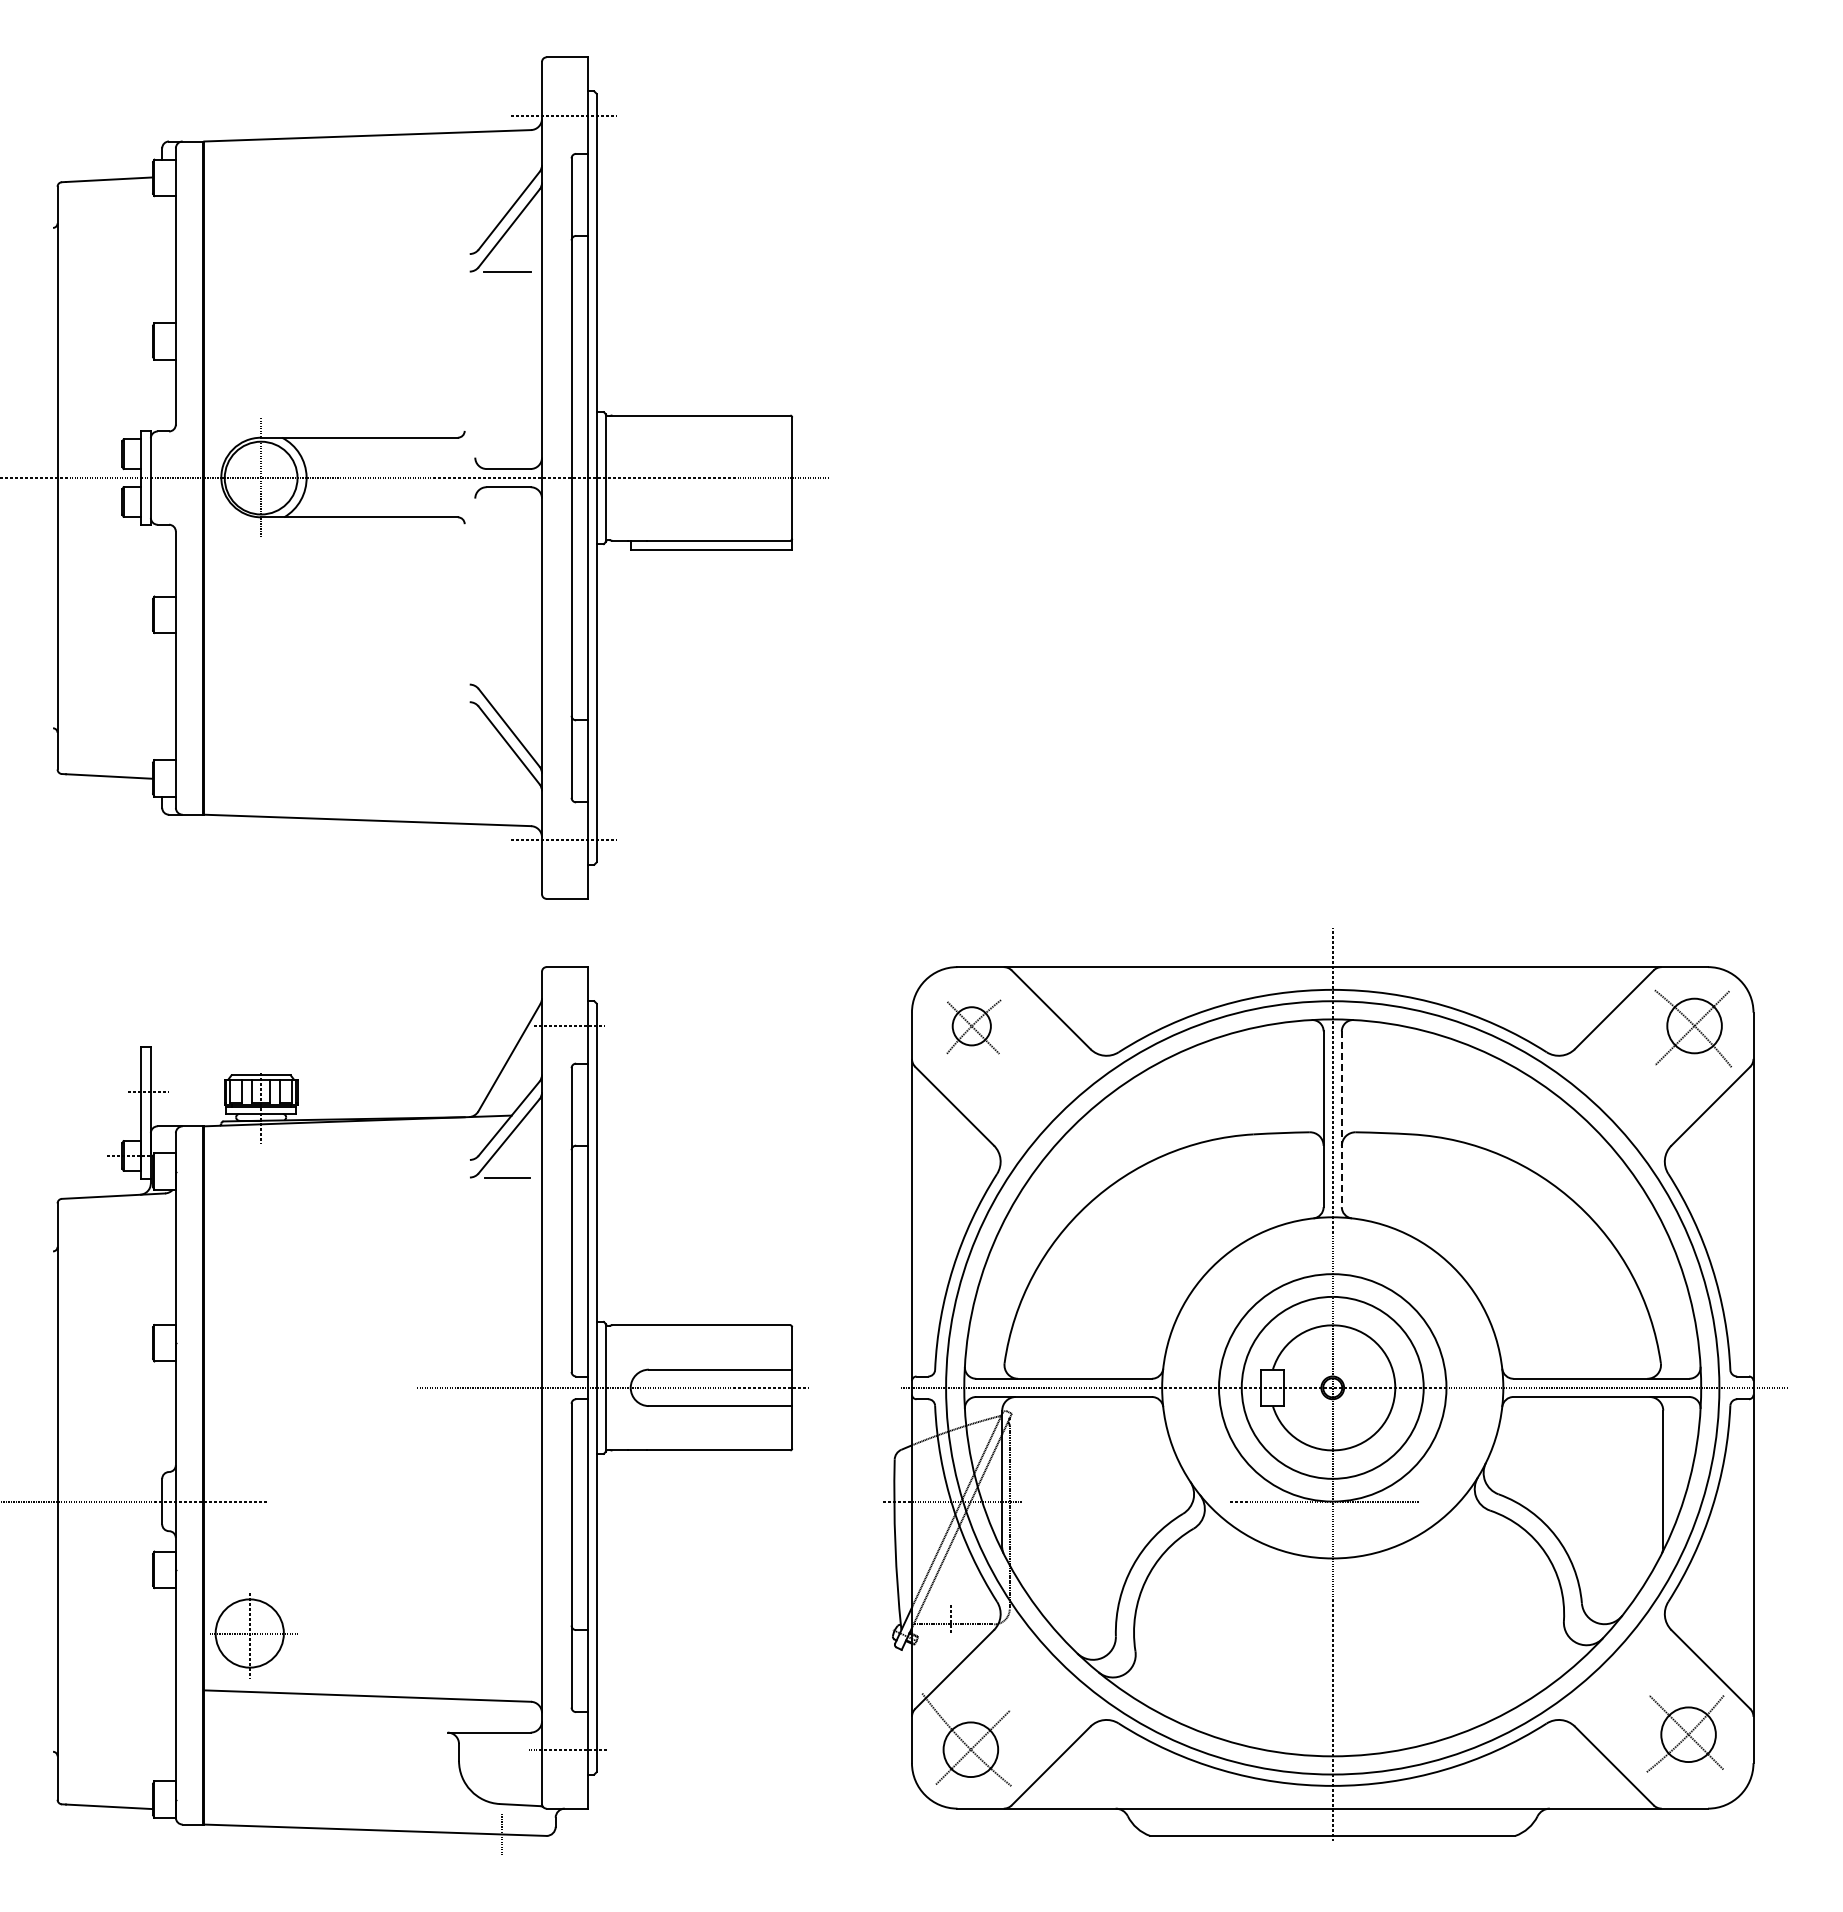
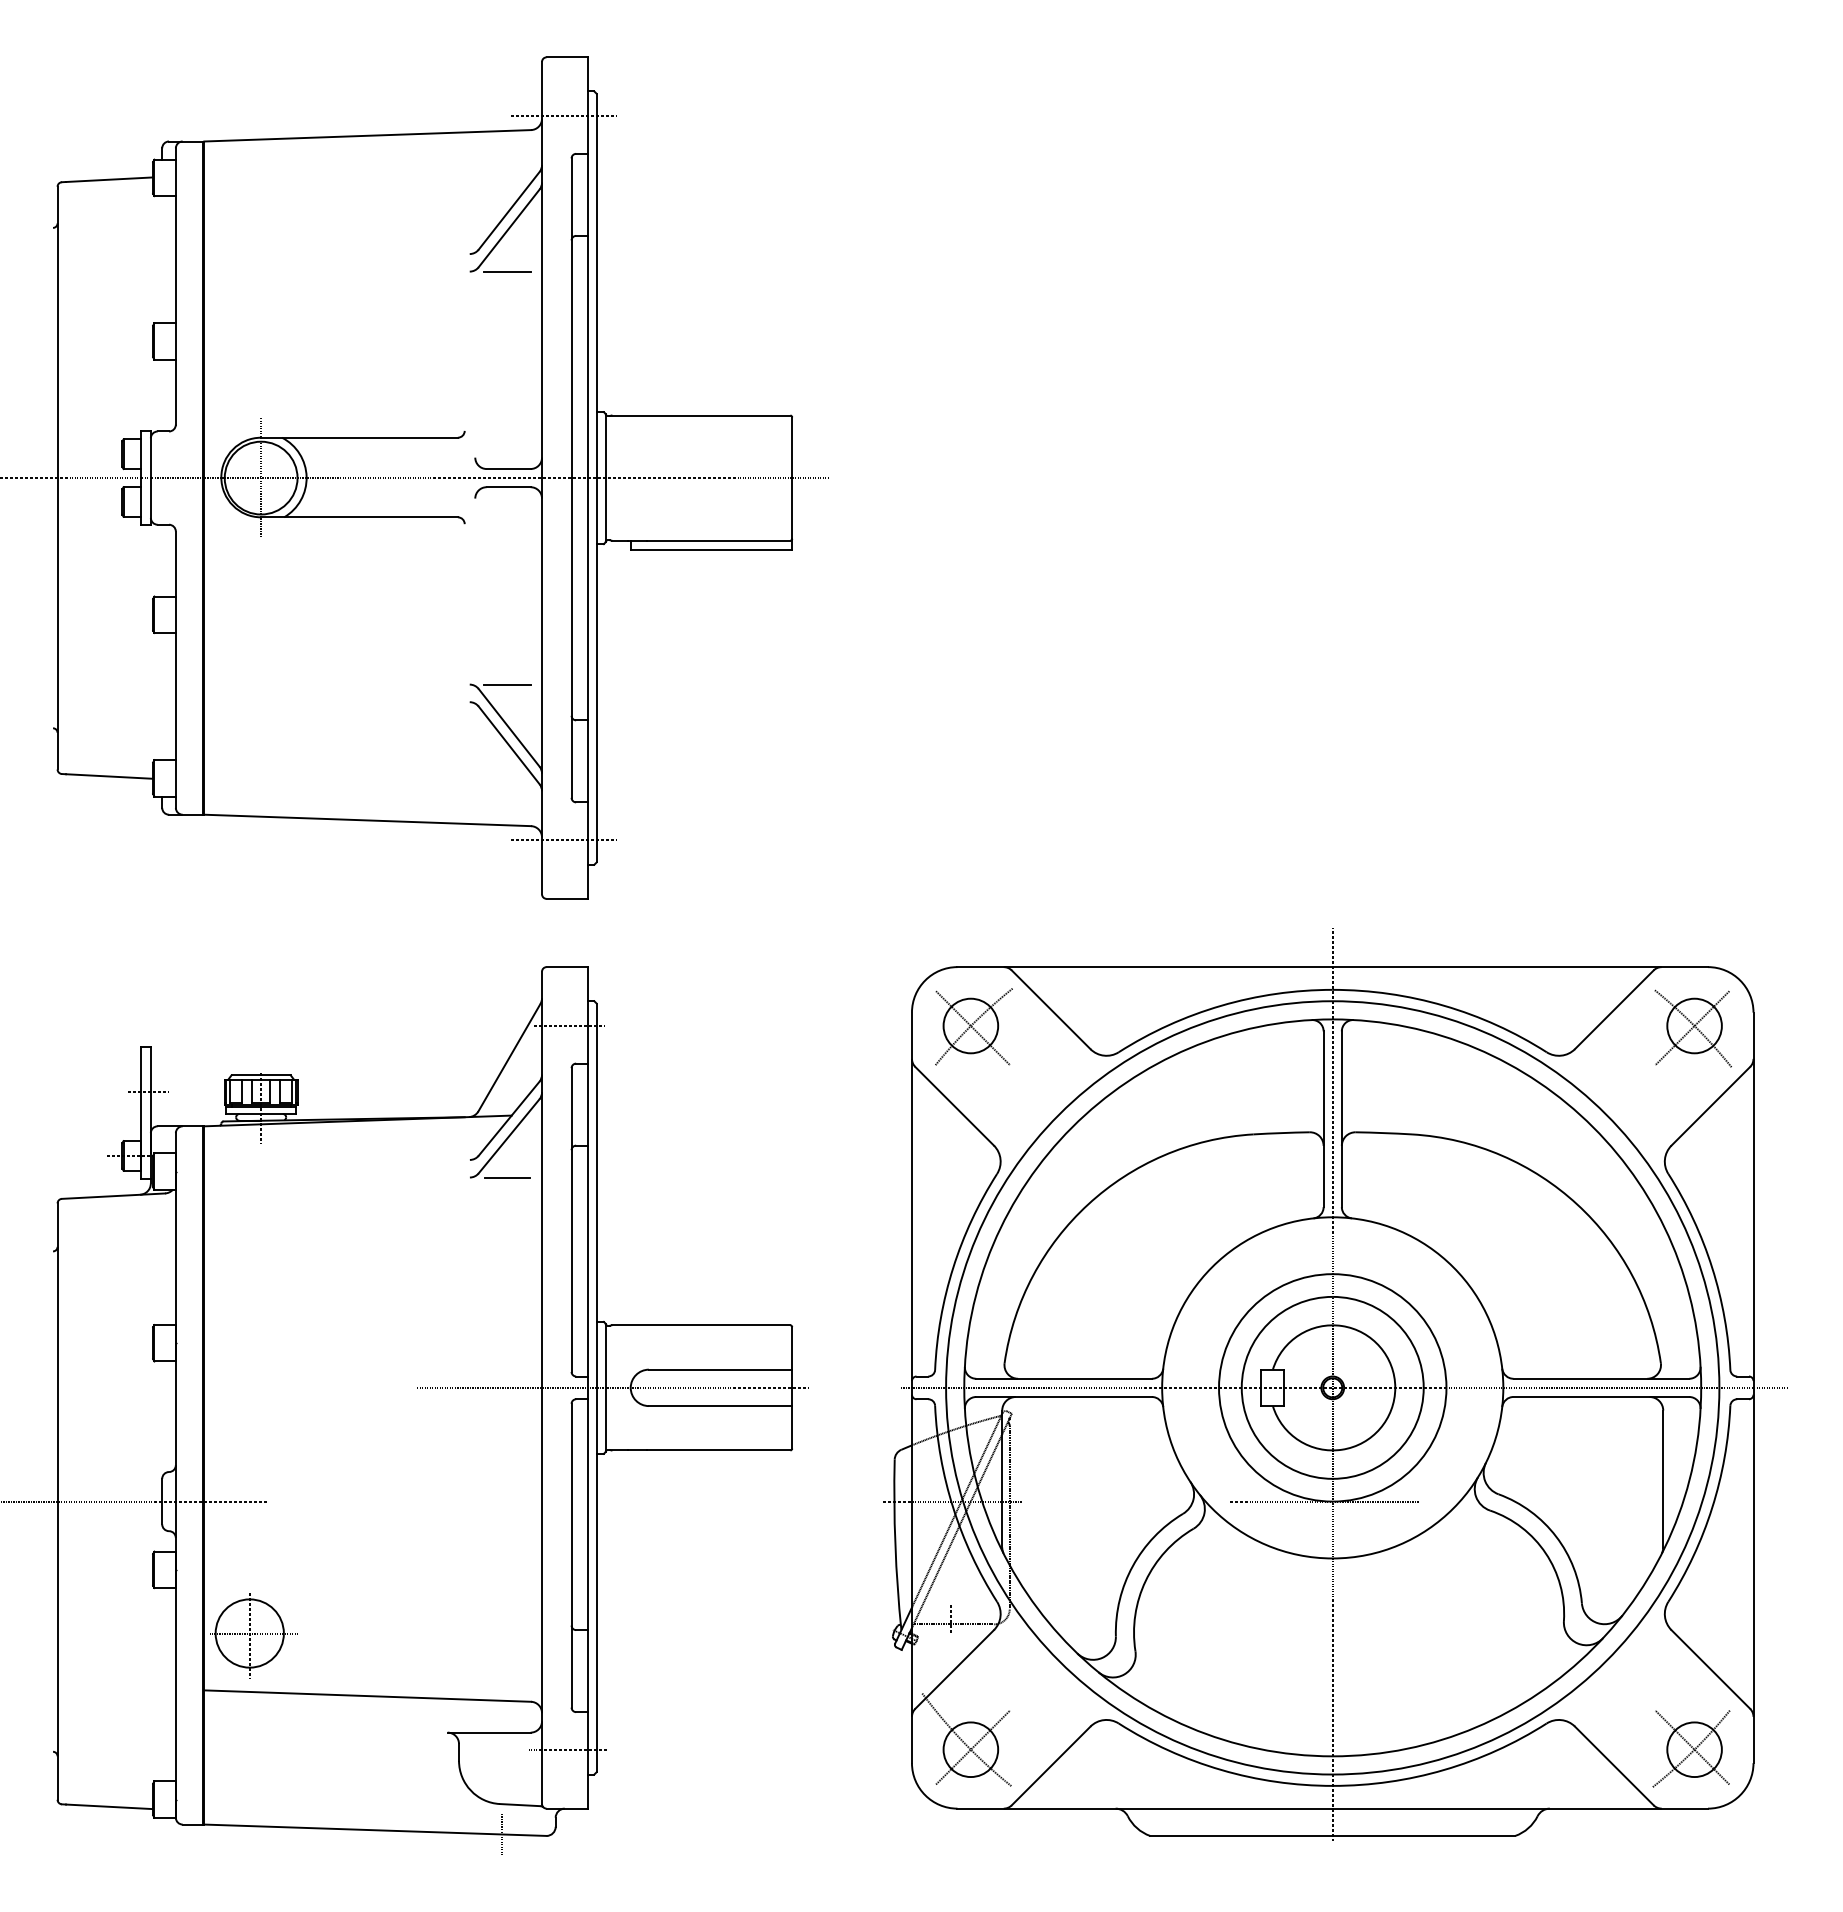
line at (506, 684): none -> present
part at (973, 1026) size: 56x56 px -> 78x78 px
line at (1341, 1119): dashed -> solid
part at (1685, 1733) position: (1685, 1733) -> (1691, 1748)
